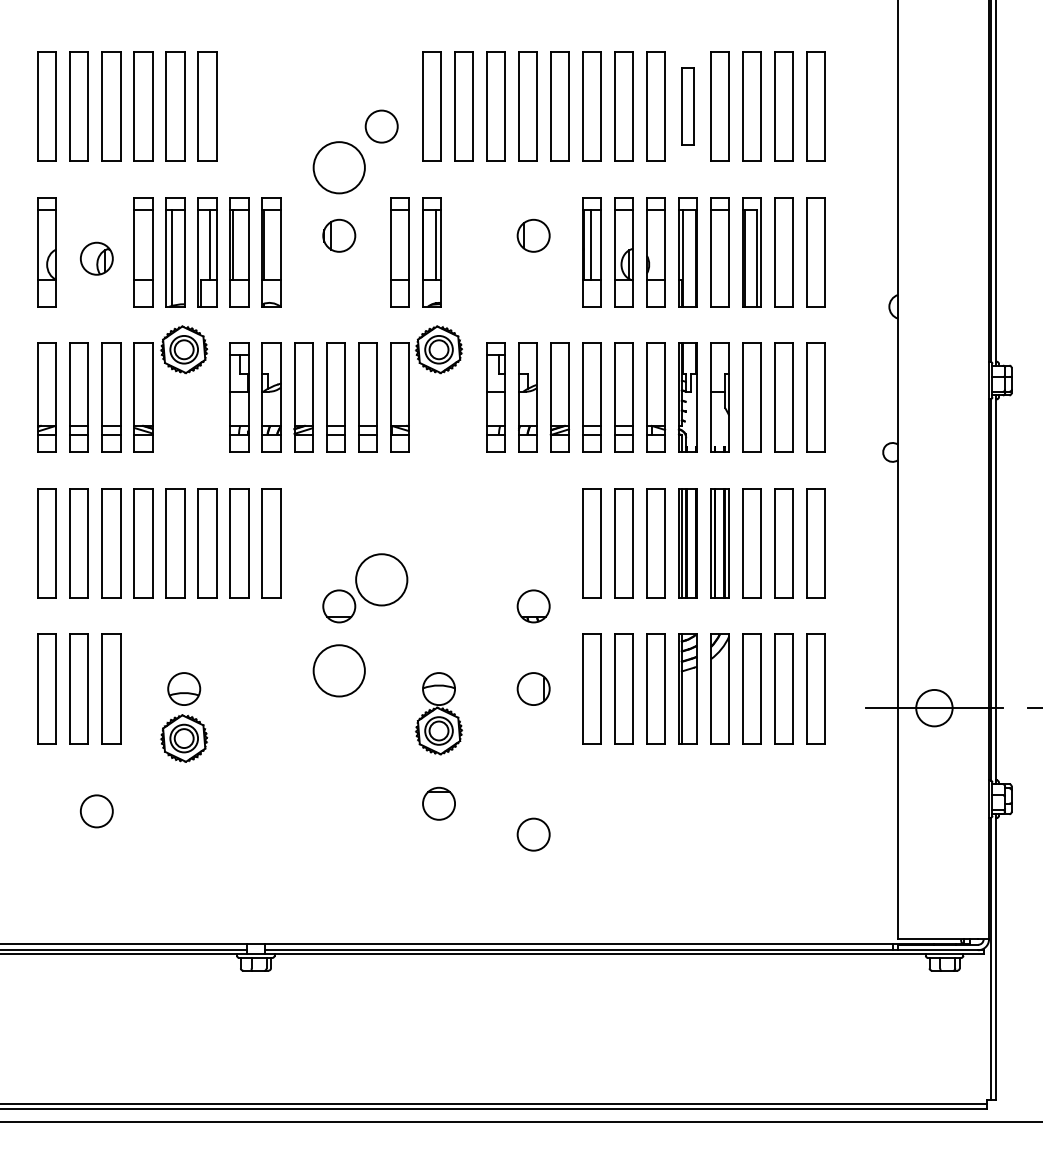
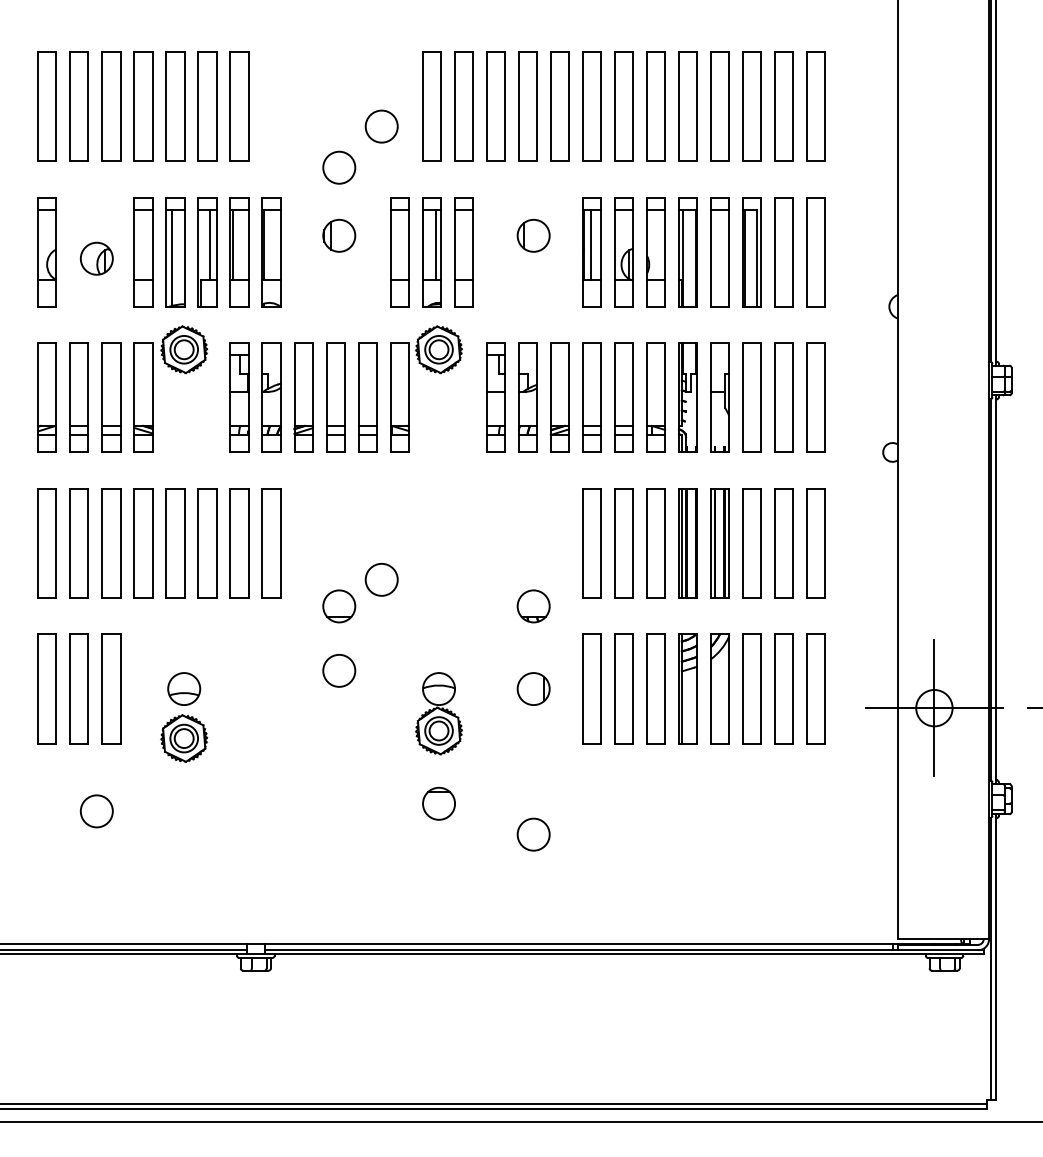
part at (239, 106): none -> present
part at (687, 106) size: 14x79 px -> 20x111 px
circle at (338, 167) diameter: 51 px -> 32 px
part at (463, 252): none -> present
circle at (381, 579) diameter: 51 px -> 32 px
circle at (338, 670) diameter: 51 px -> 32 px
line at (934, 707): none -> present
